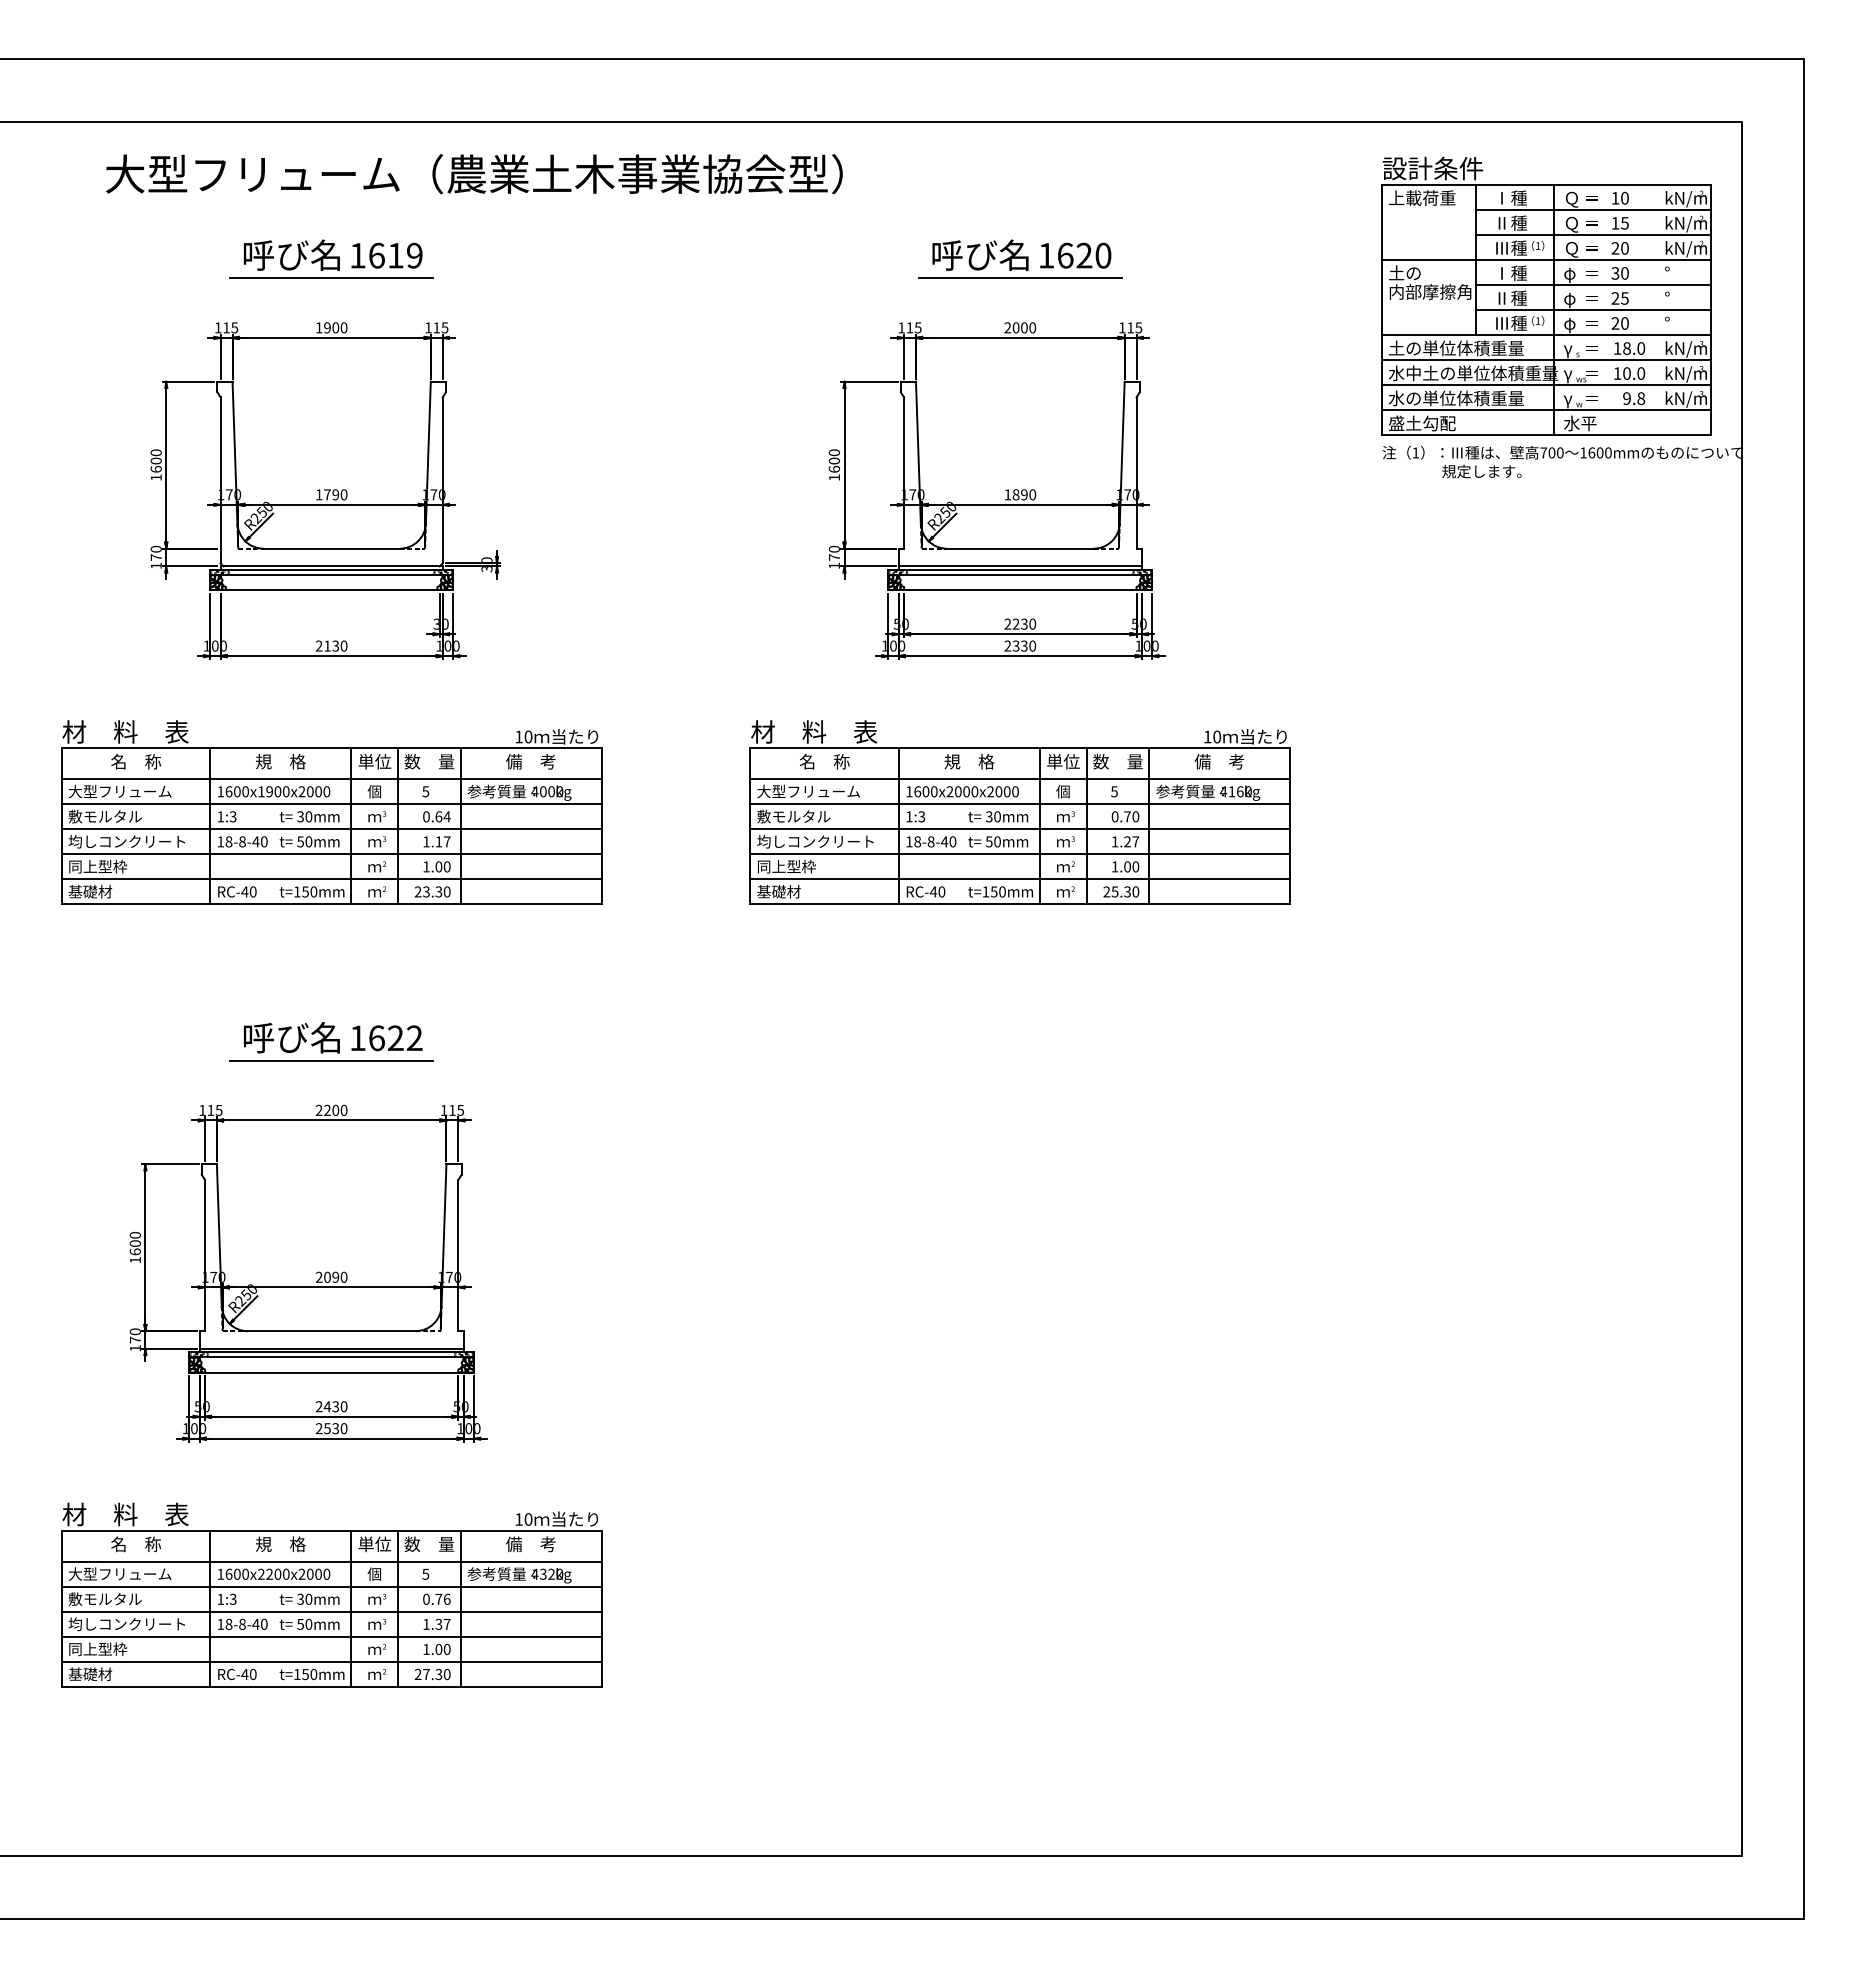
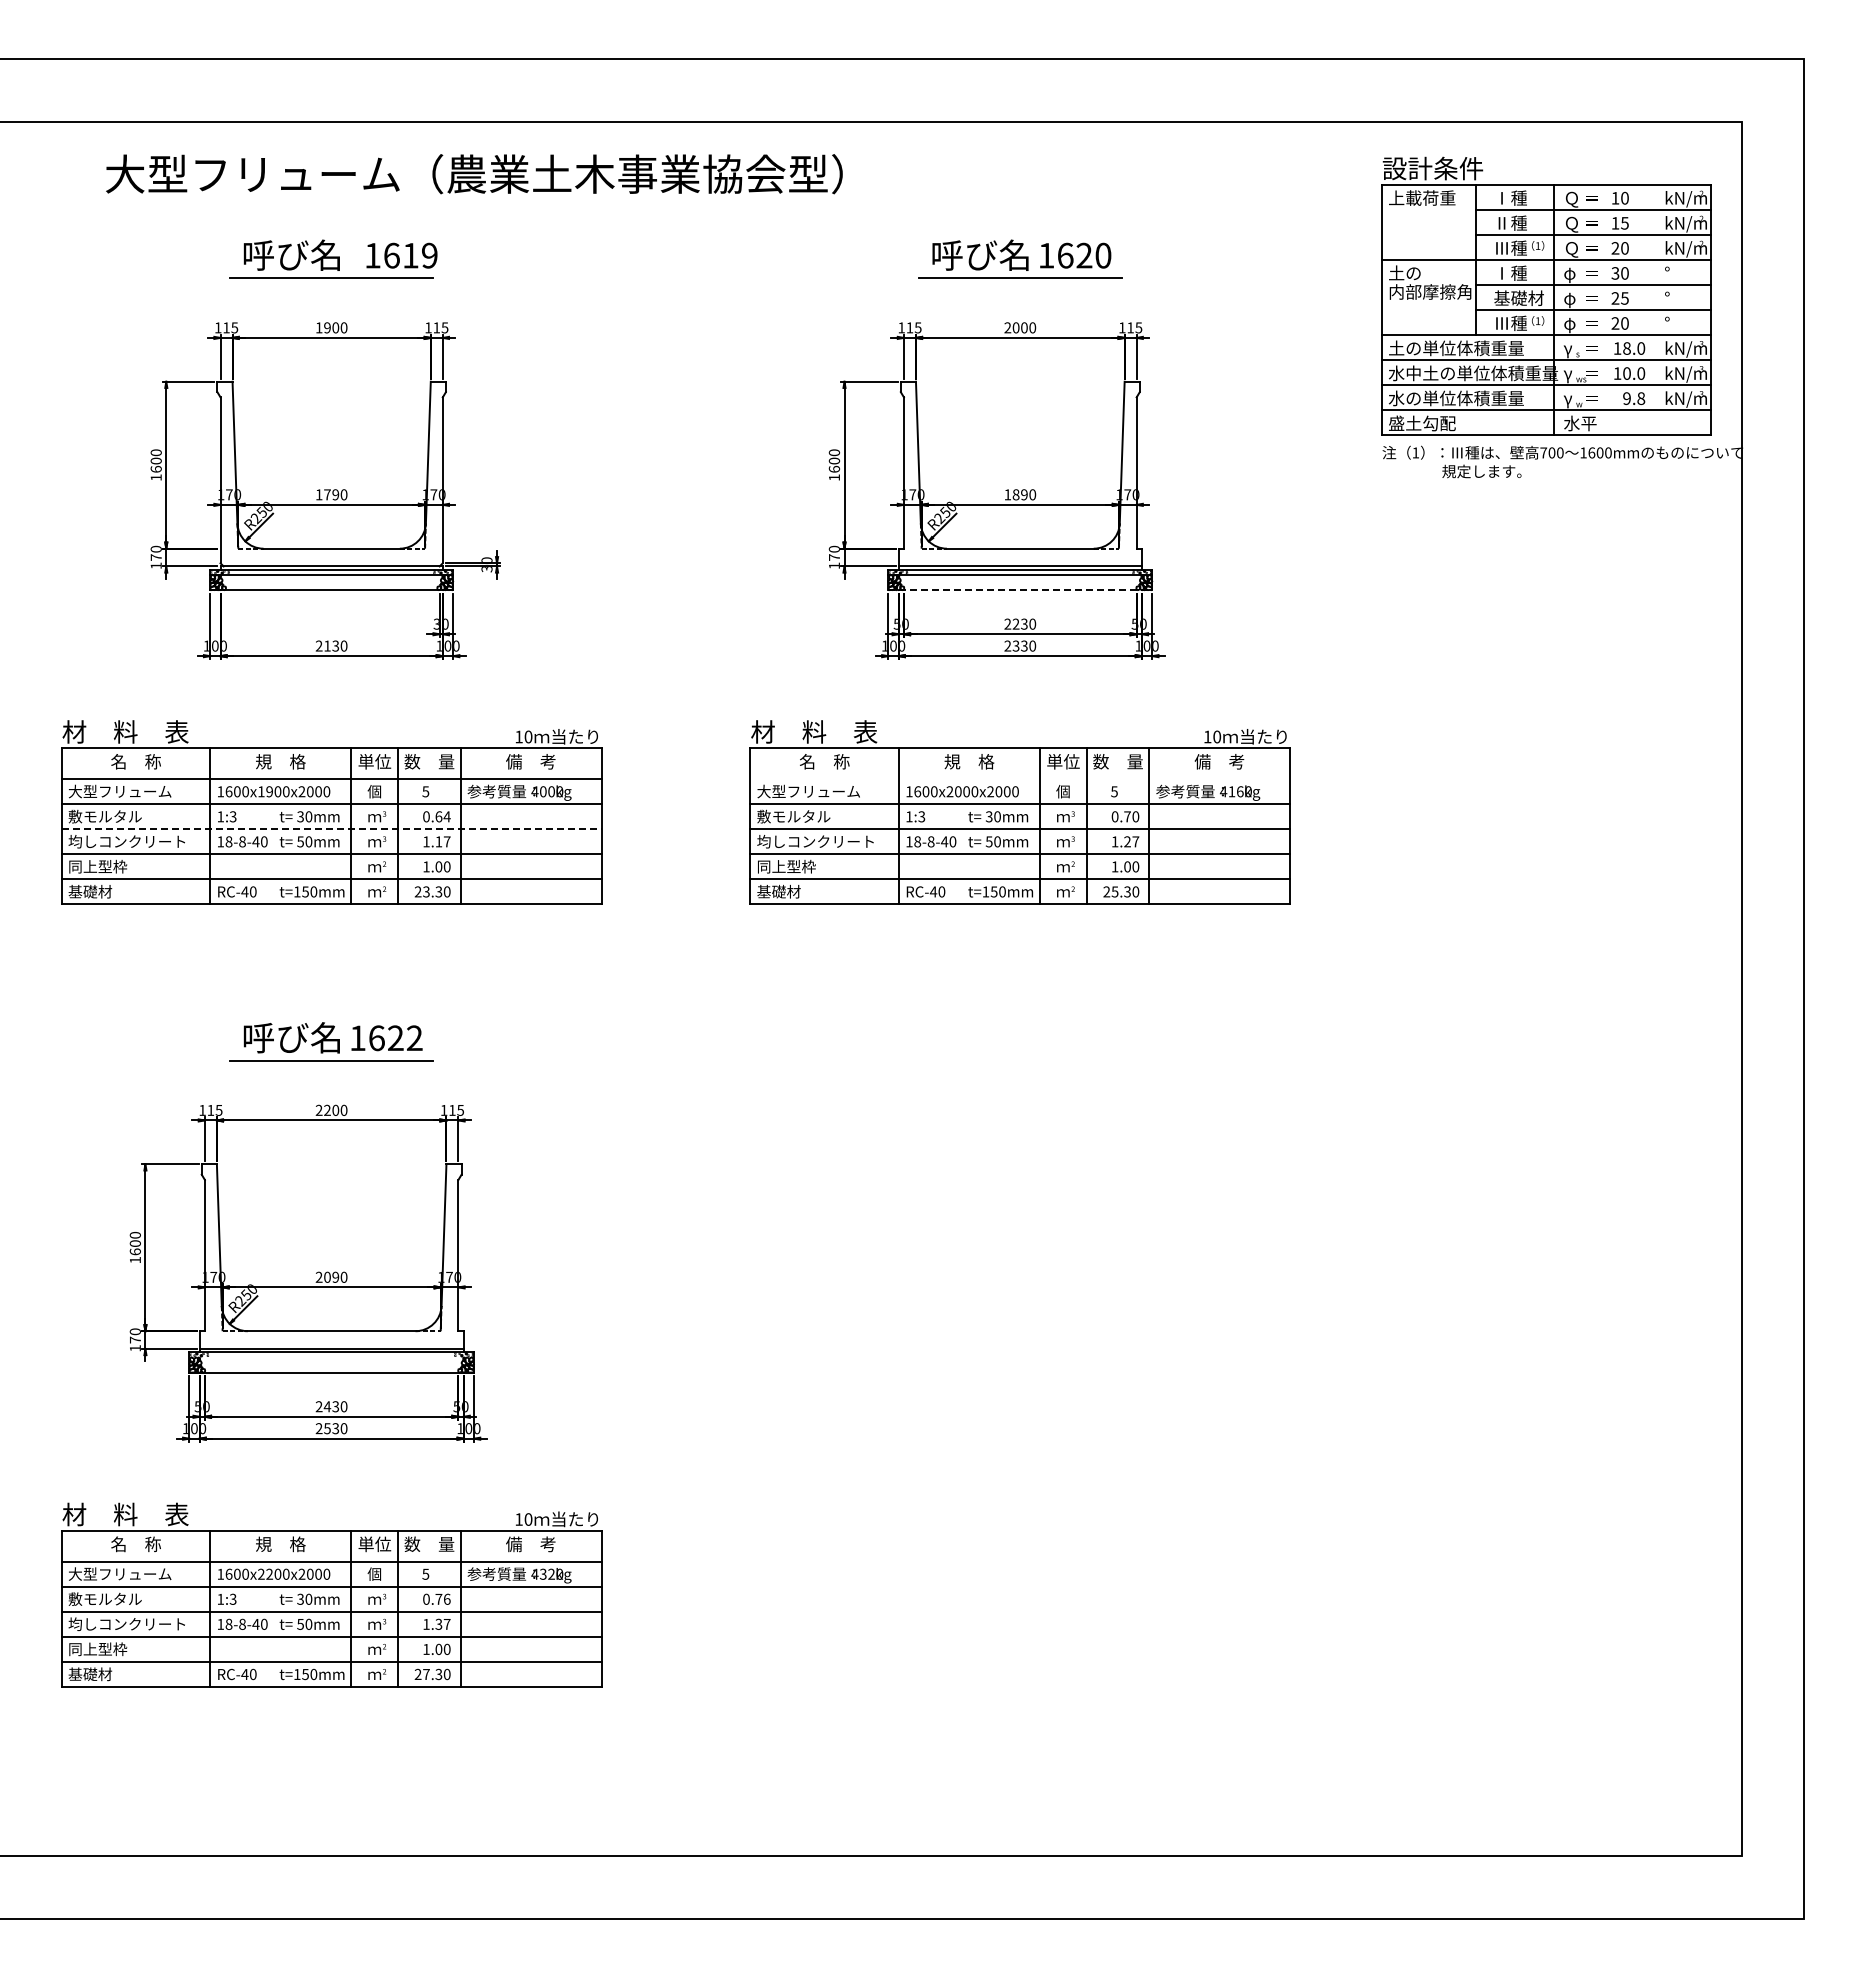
text at (386, 255) position: (386, 255) -> (401, 255)
text at (1518, 297): Ⅱ種 -> 基礎材
line at (1020, 590): solid -> dashed
line at (1020, 779): present -> none
line at (331, 829): solid -> dashed
line at (331, 1357): present -> none
